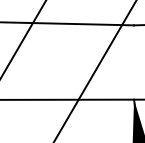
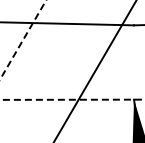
line at (23, 39): solid -> dashed
line at (72, 99): solid -> dashed
